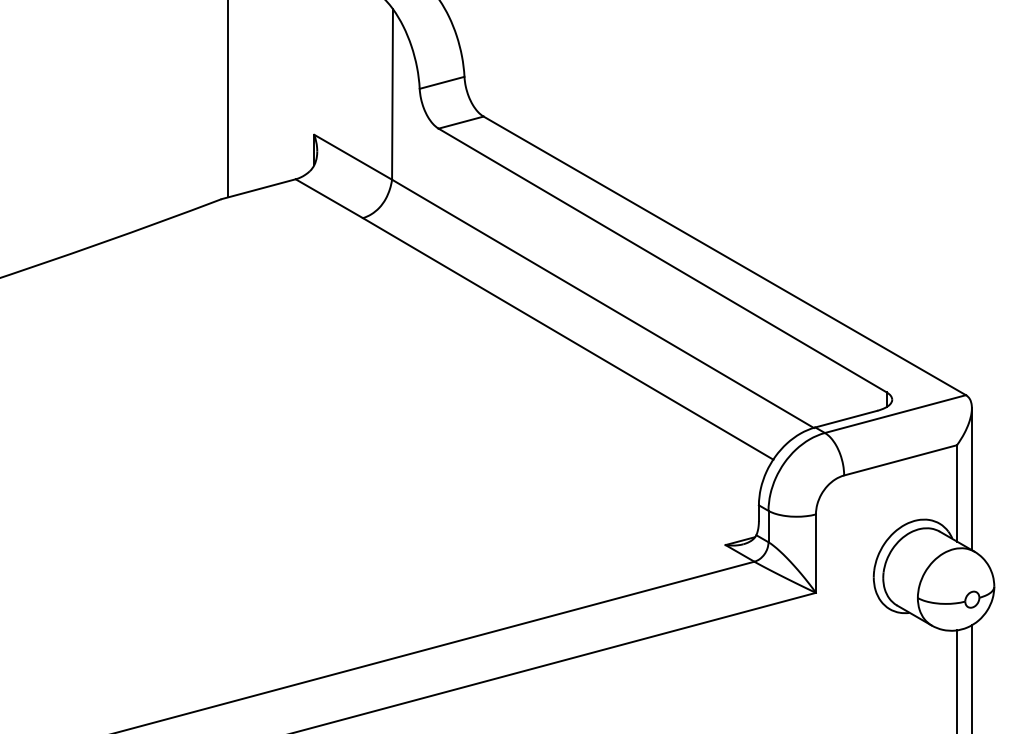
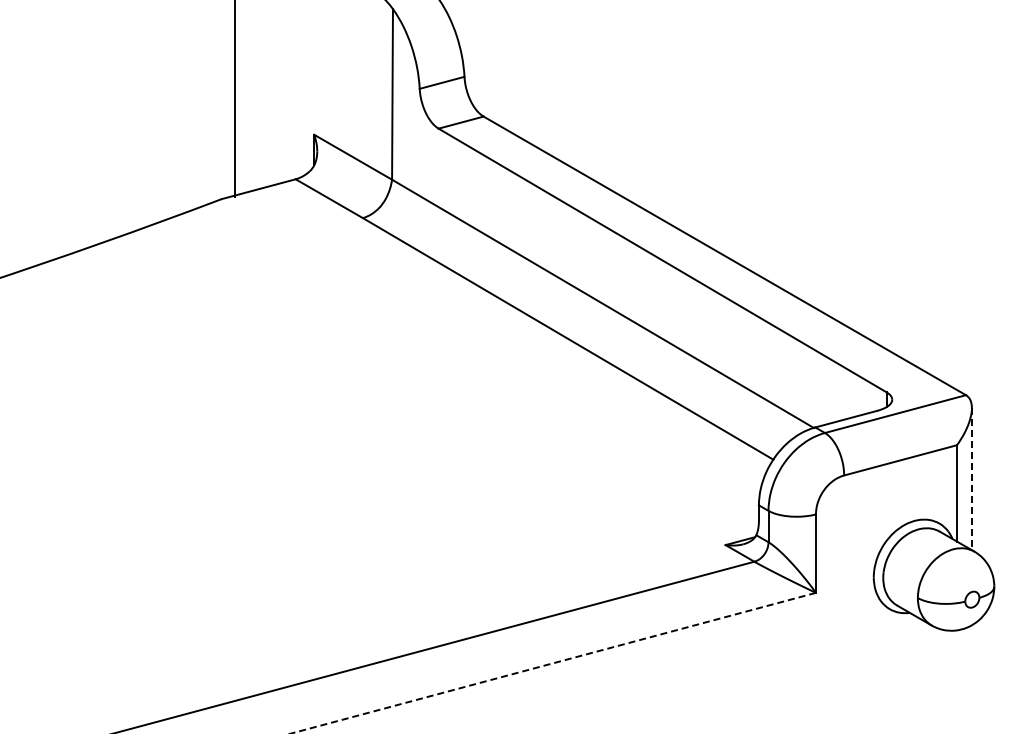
line at (227, 99) position: (227, 99) -> (234, 99)
line at (971, 479): solid -> dashed
line at (552, 663): solid -> dashed
line at (971, 677): present -> none
line at (957, 680): present -> none
